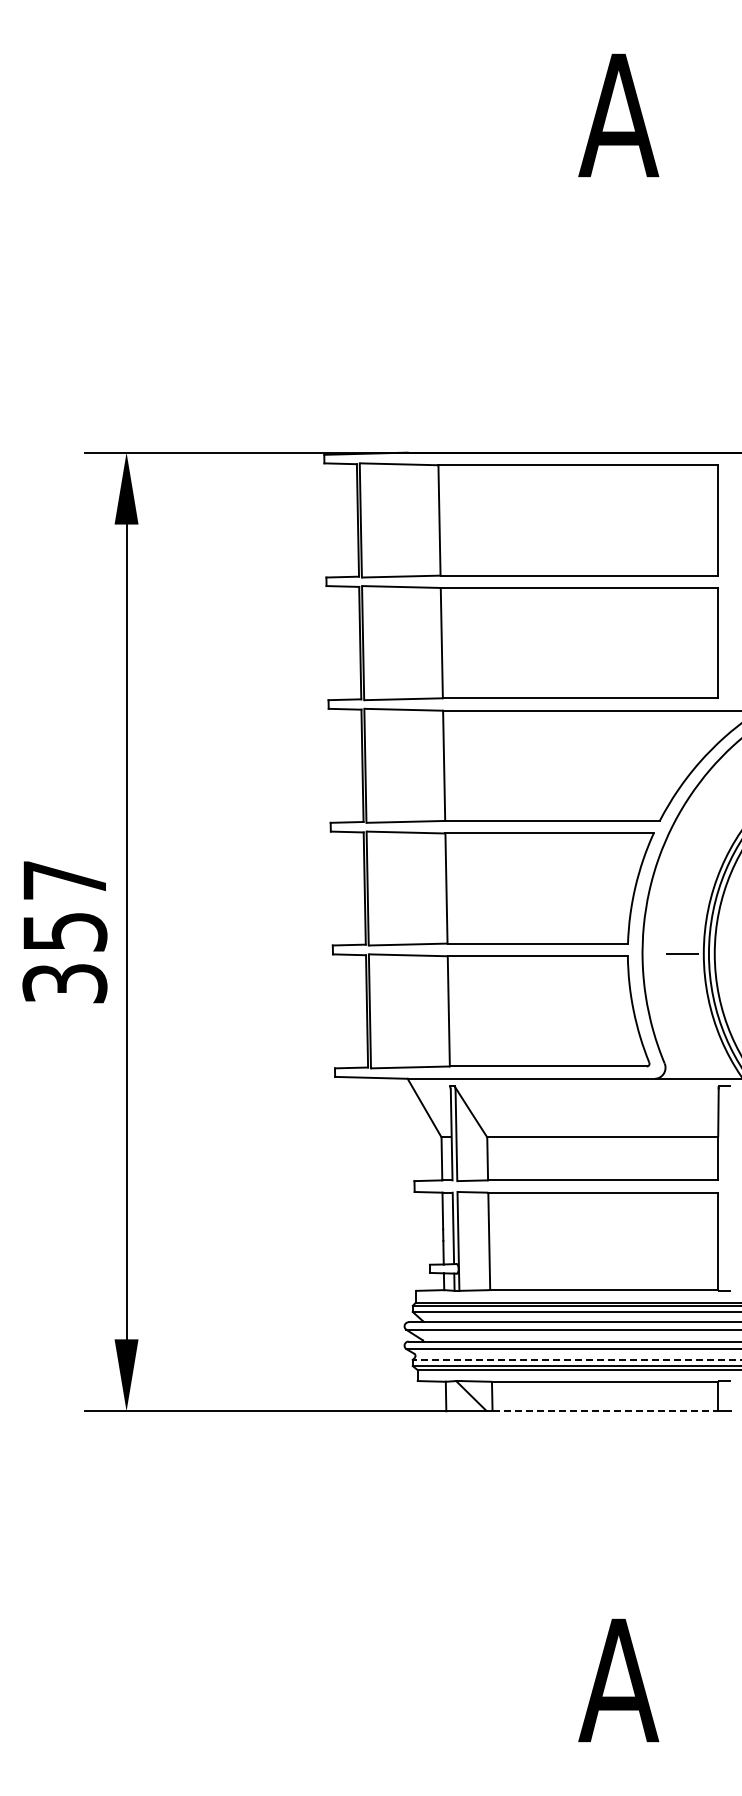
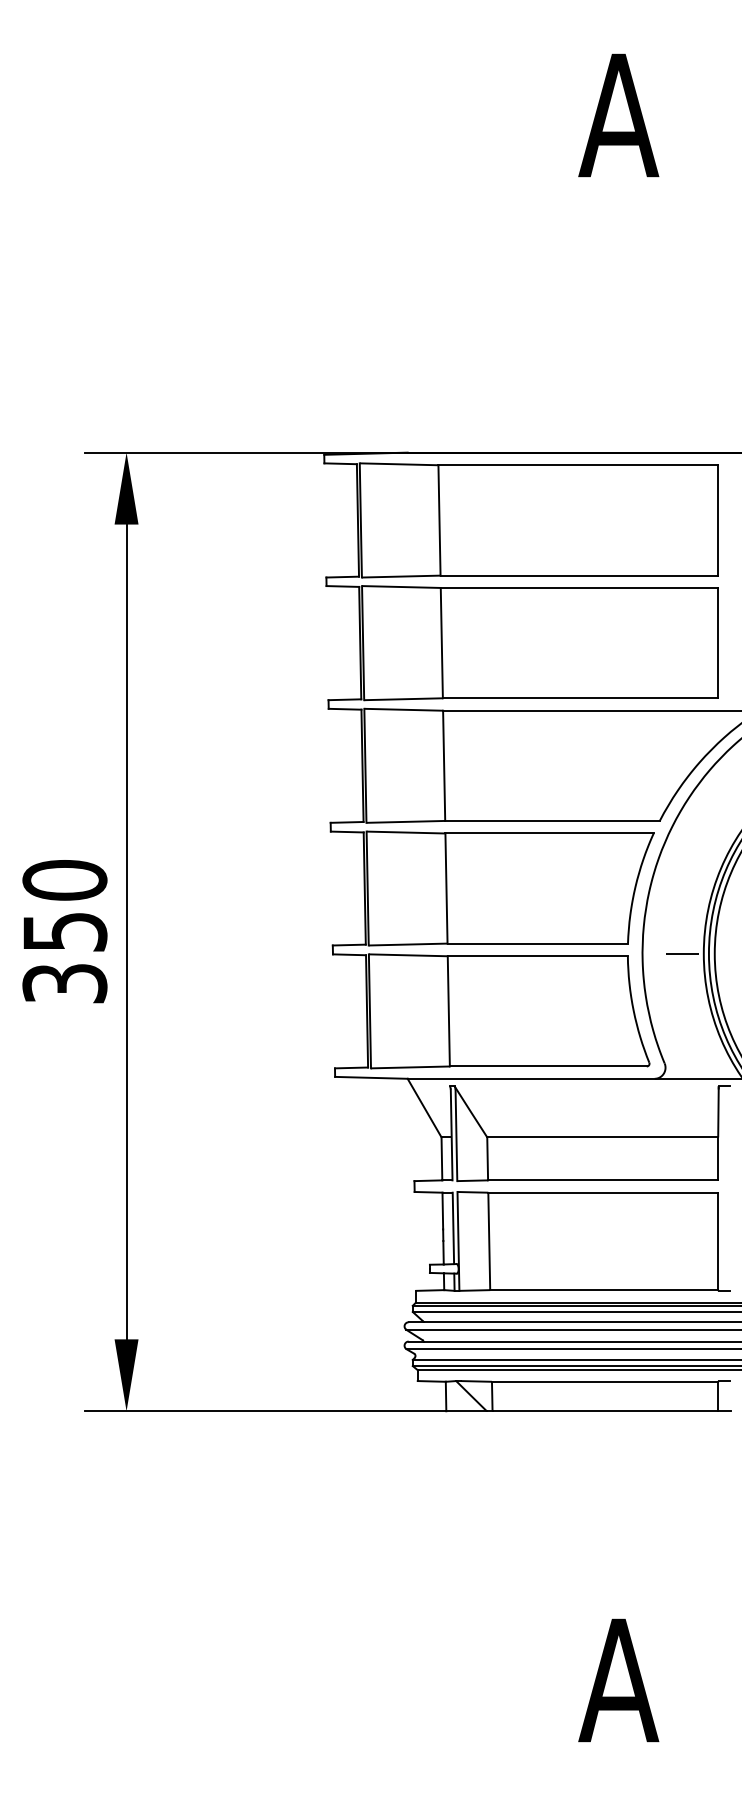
text at (64, 880): 357 -> 350
line at (576, 1359): dashed -> solid
line at (605, 1411): dashed -> solid
